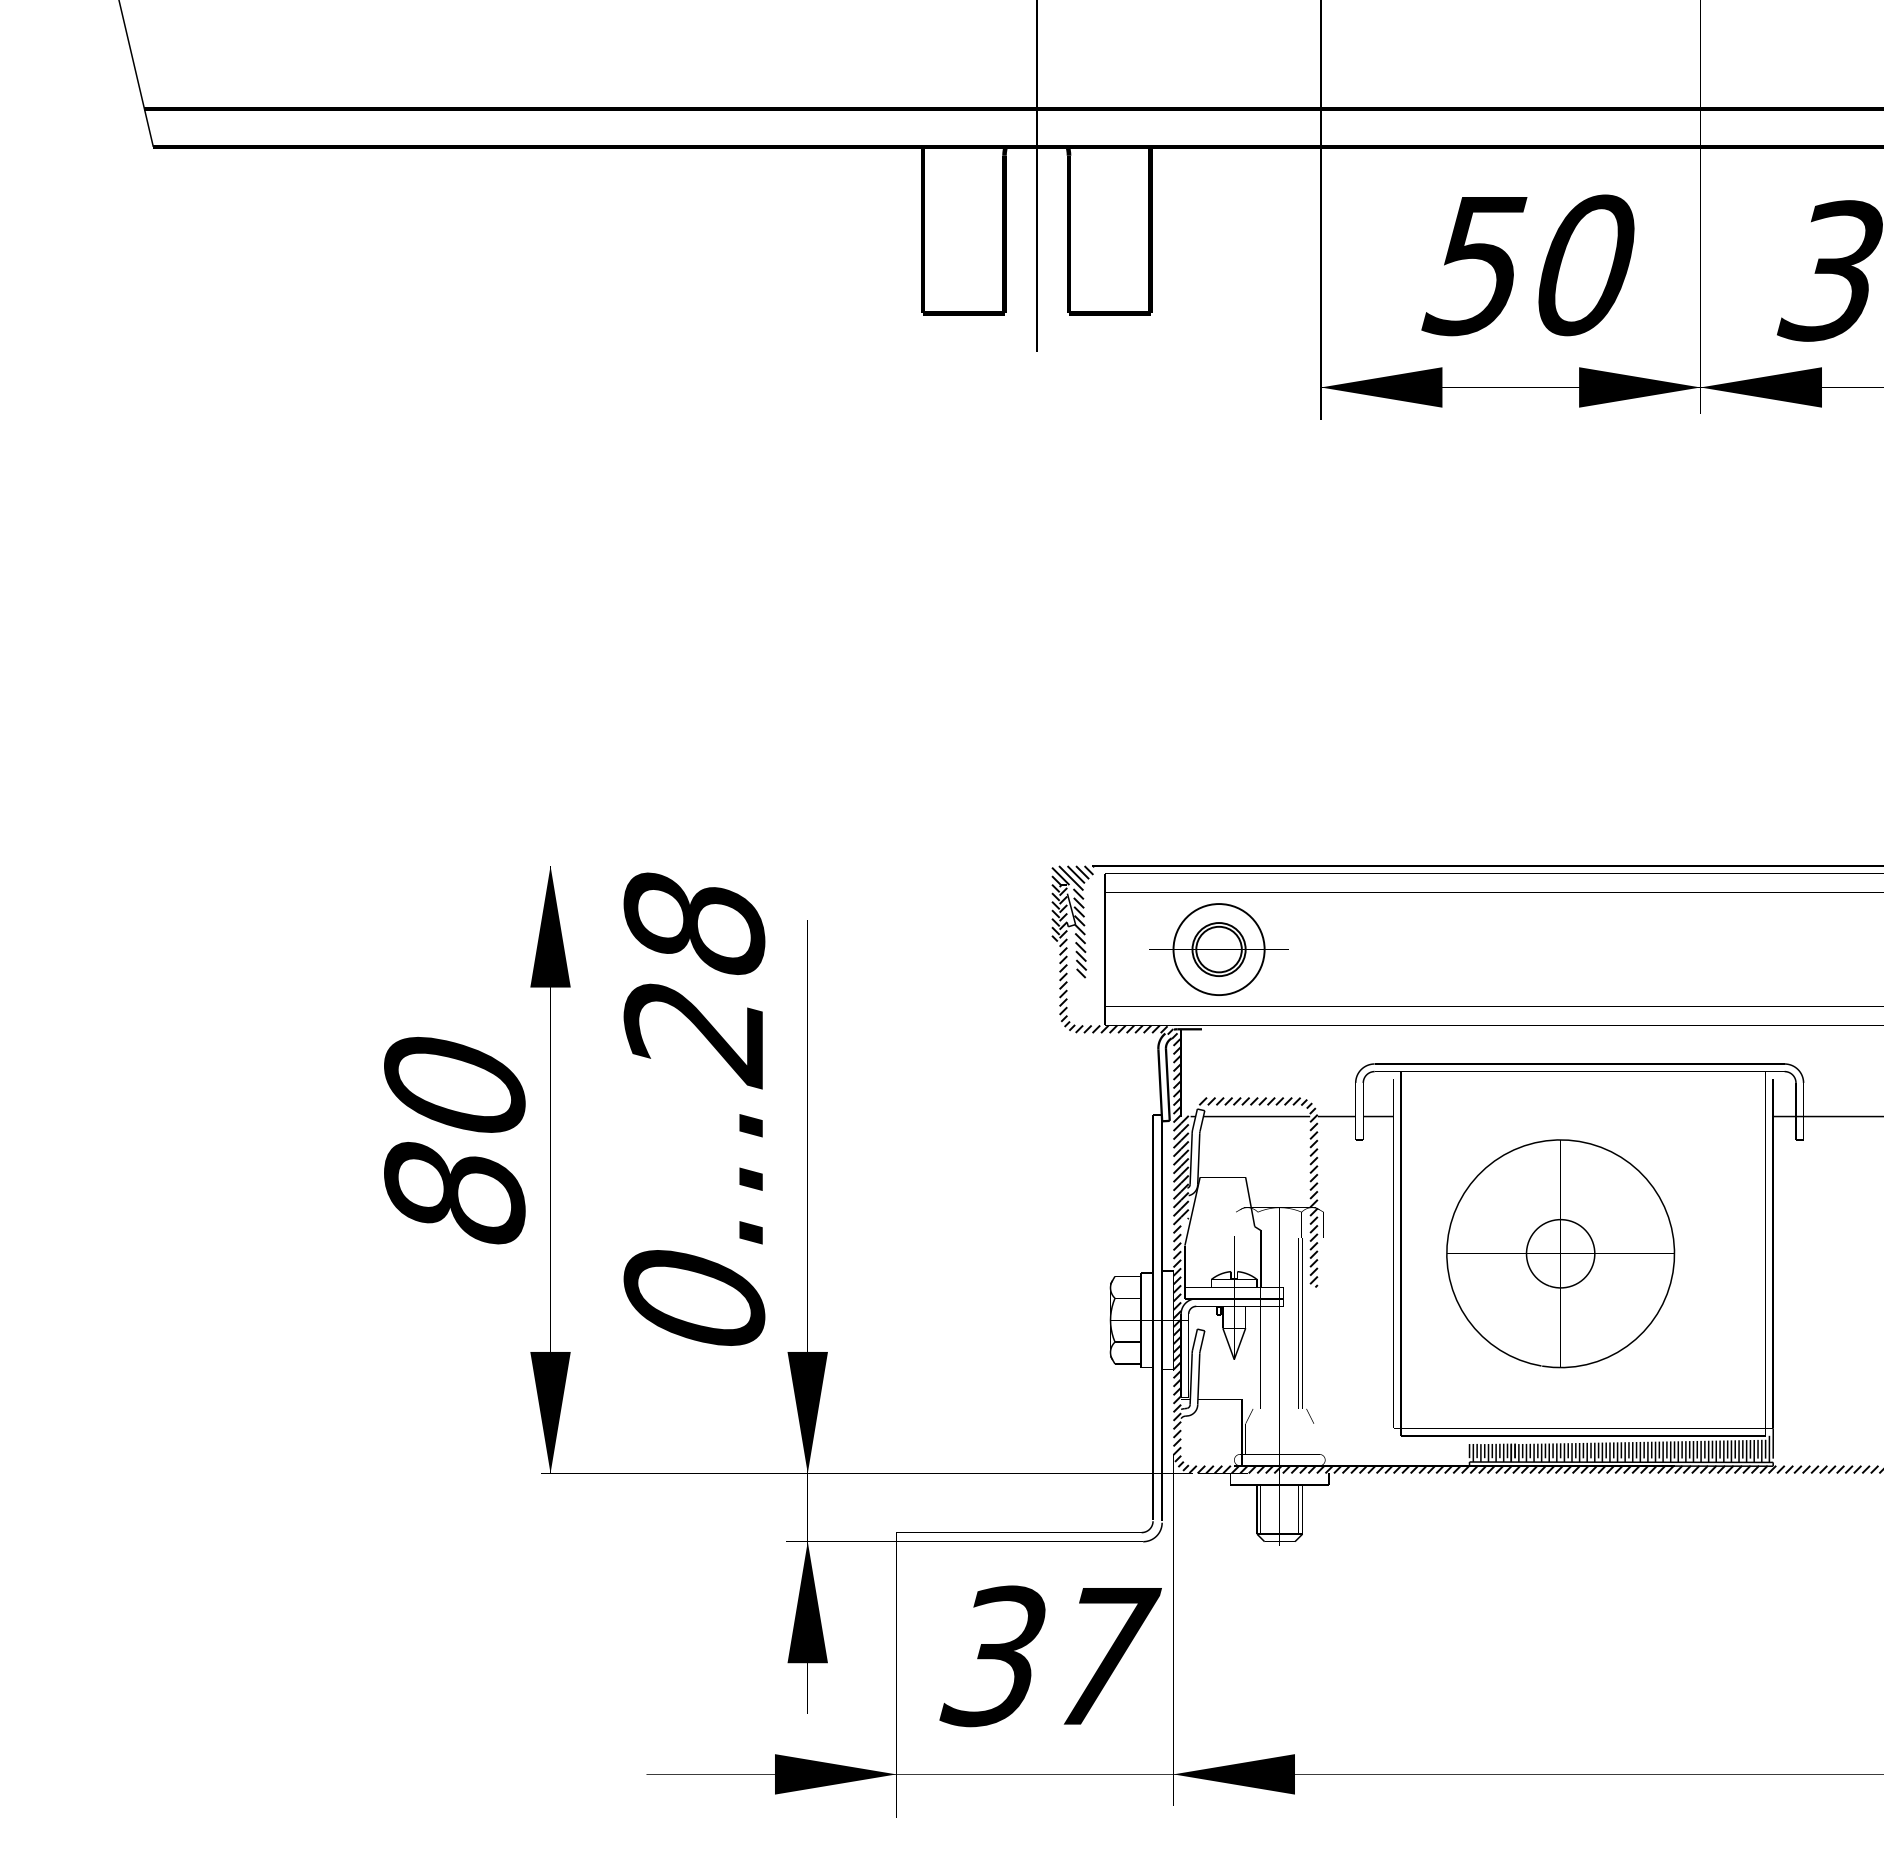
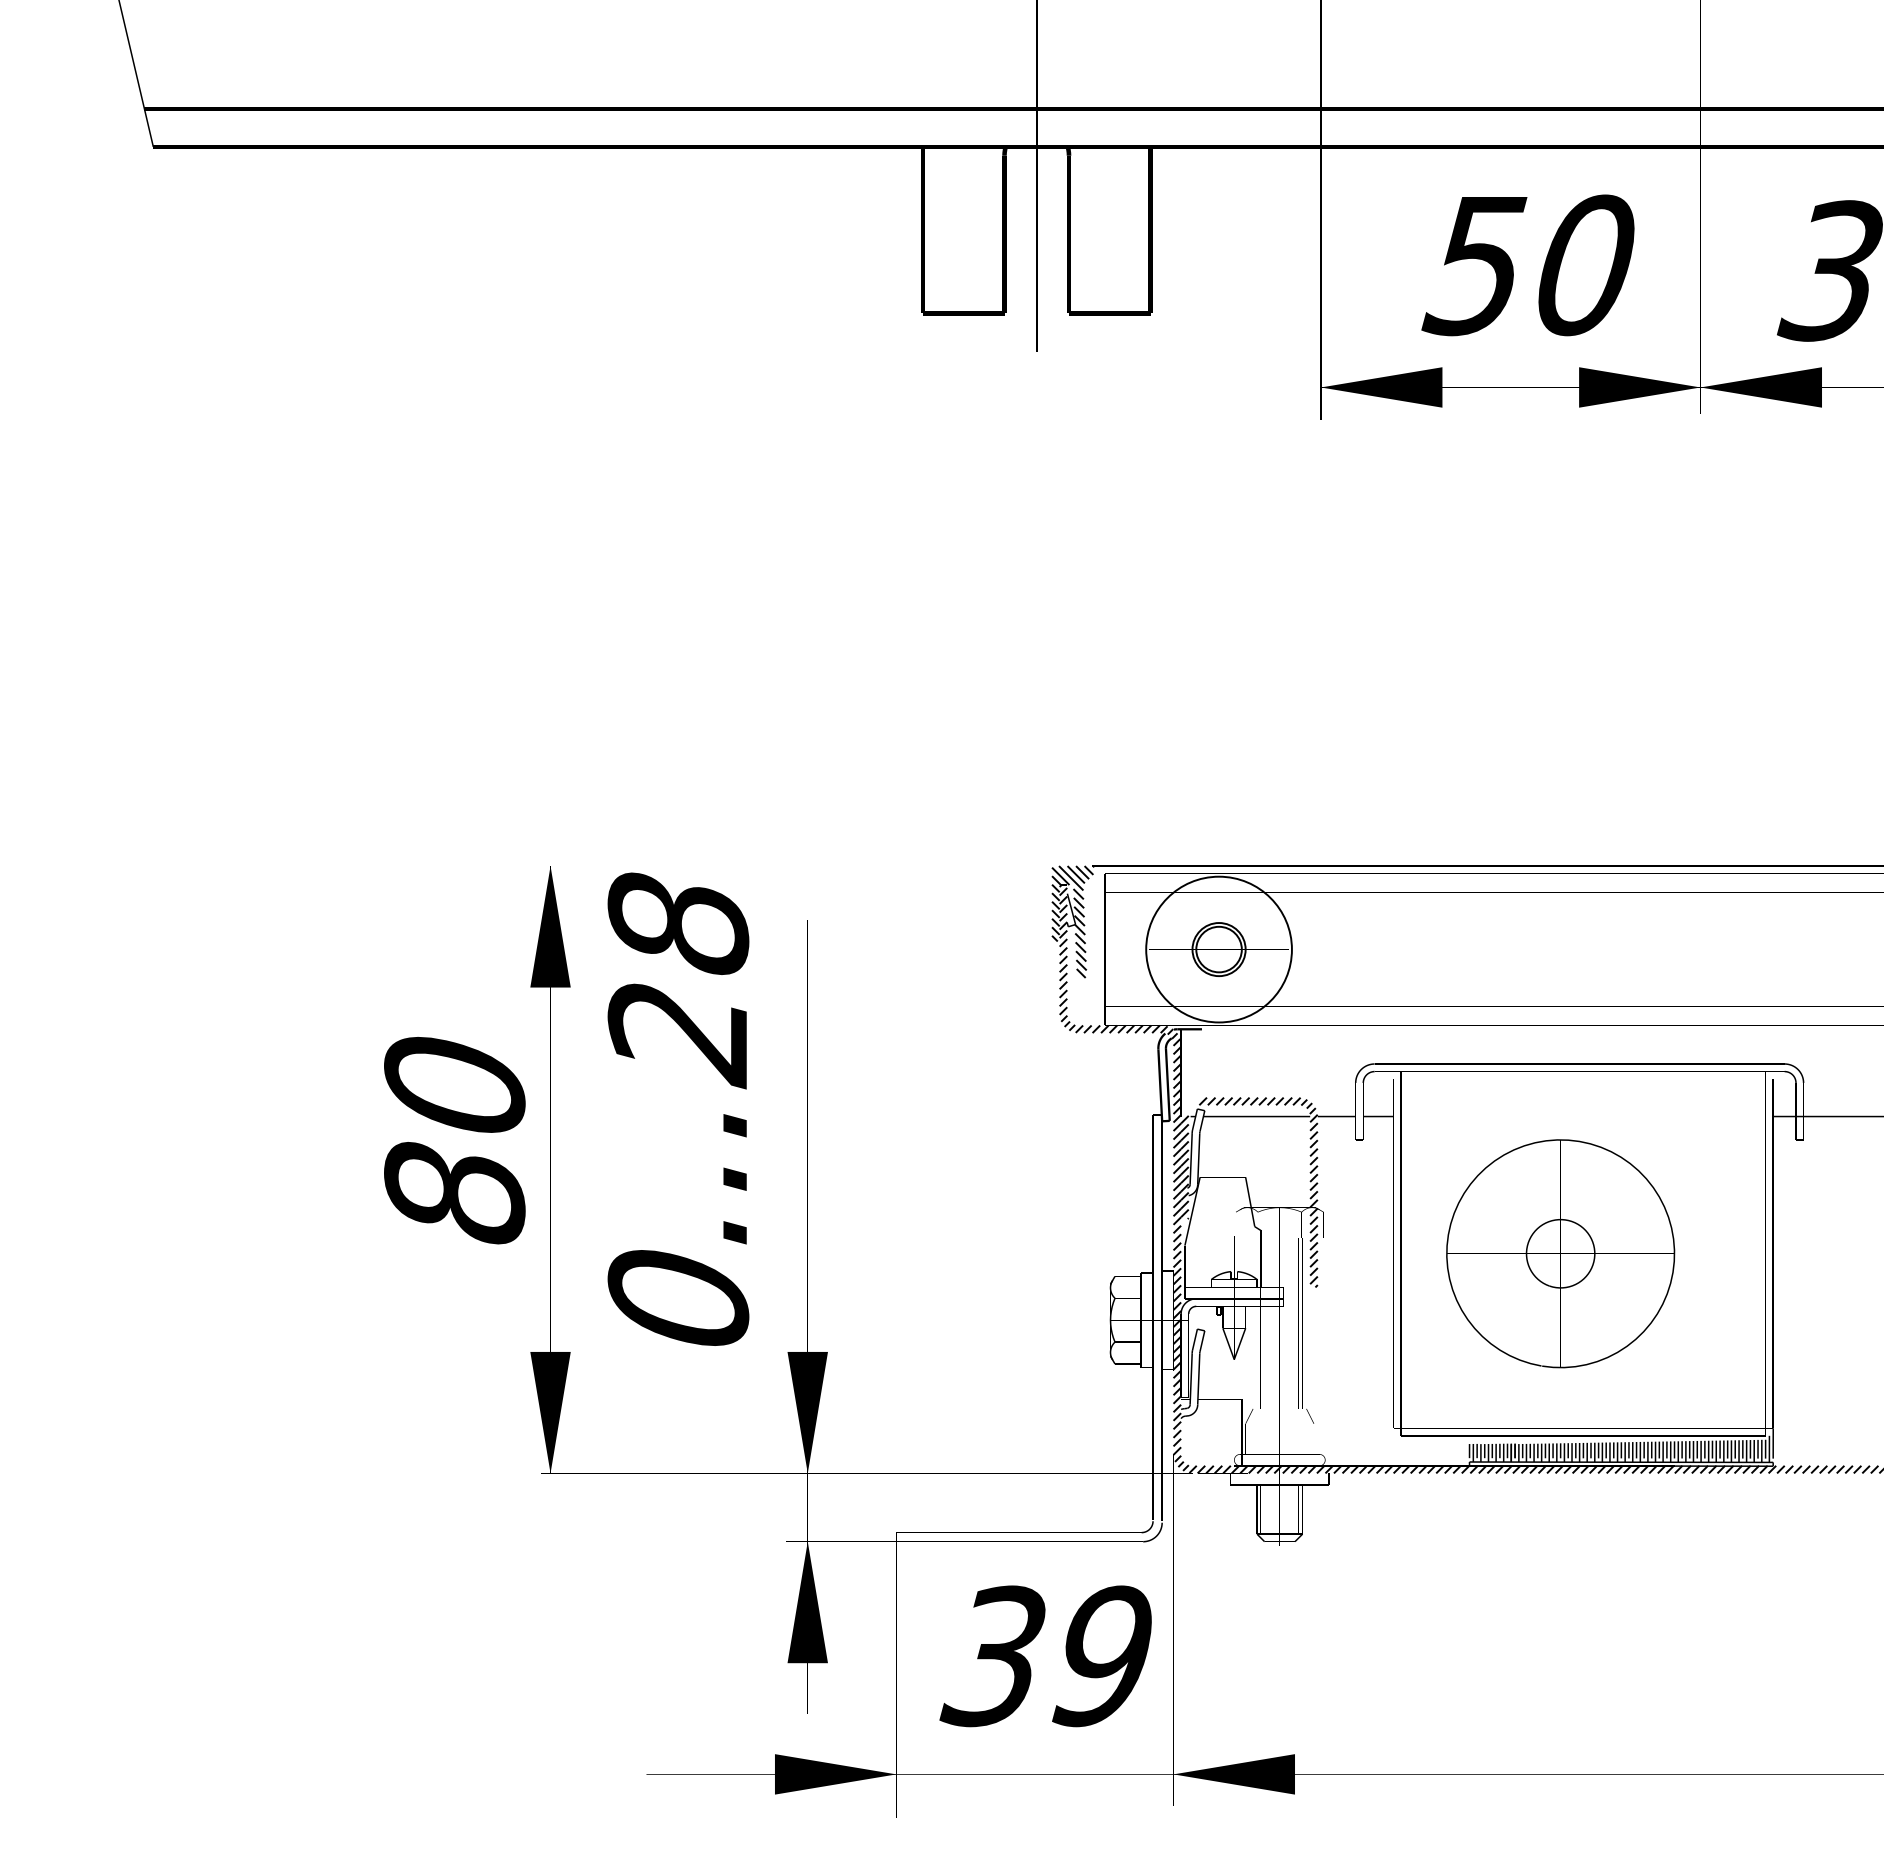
circle at (1218, 949) diameter: 91 px -> 146 px
text at (694, 1108) position: (694, 1108) -> (678, 1108)
text at (1106, 1656): 37 -> 39
